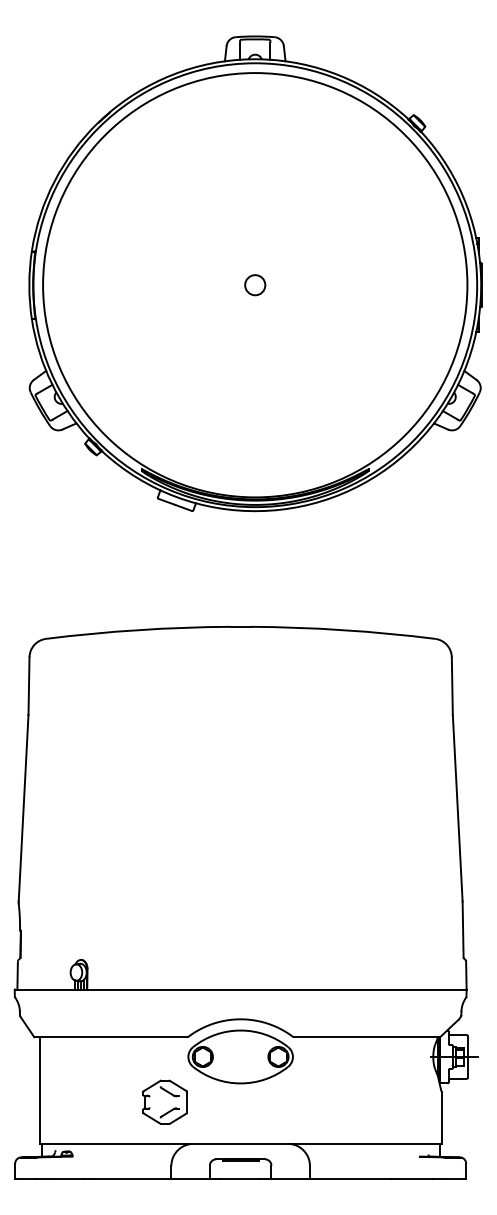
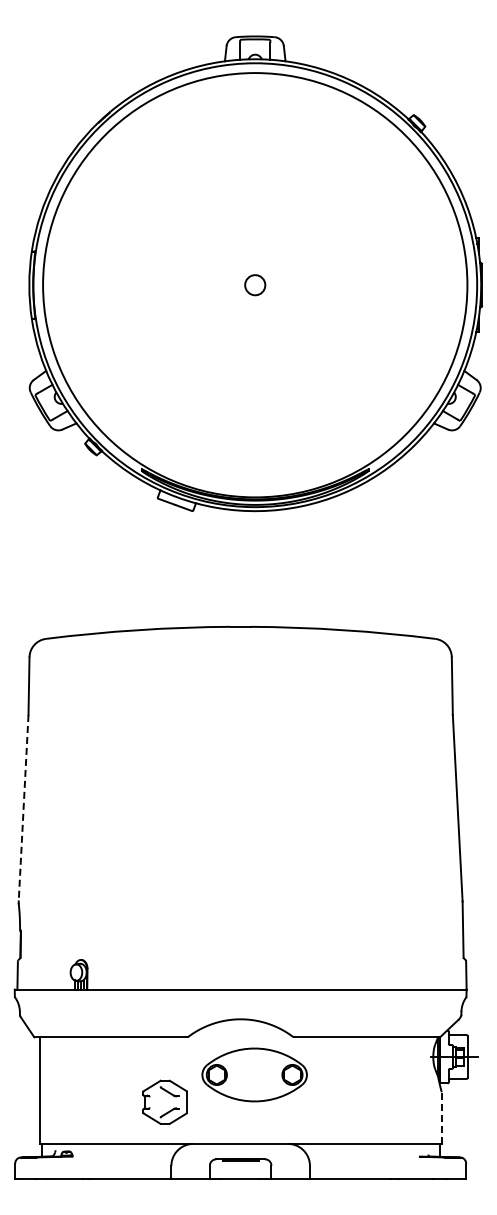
line at (23, 808): solid -> dashed
part at (240, 1056) position: (240, 1056) -> (254, 1074)
line at (441, 1118): solid -> dashed
